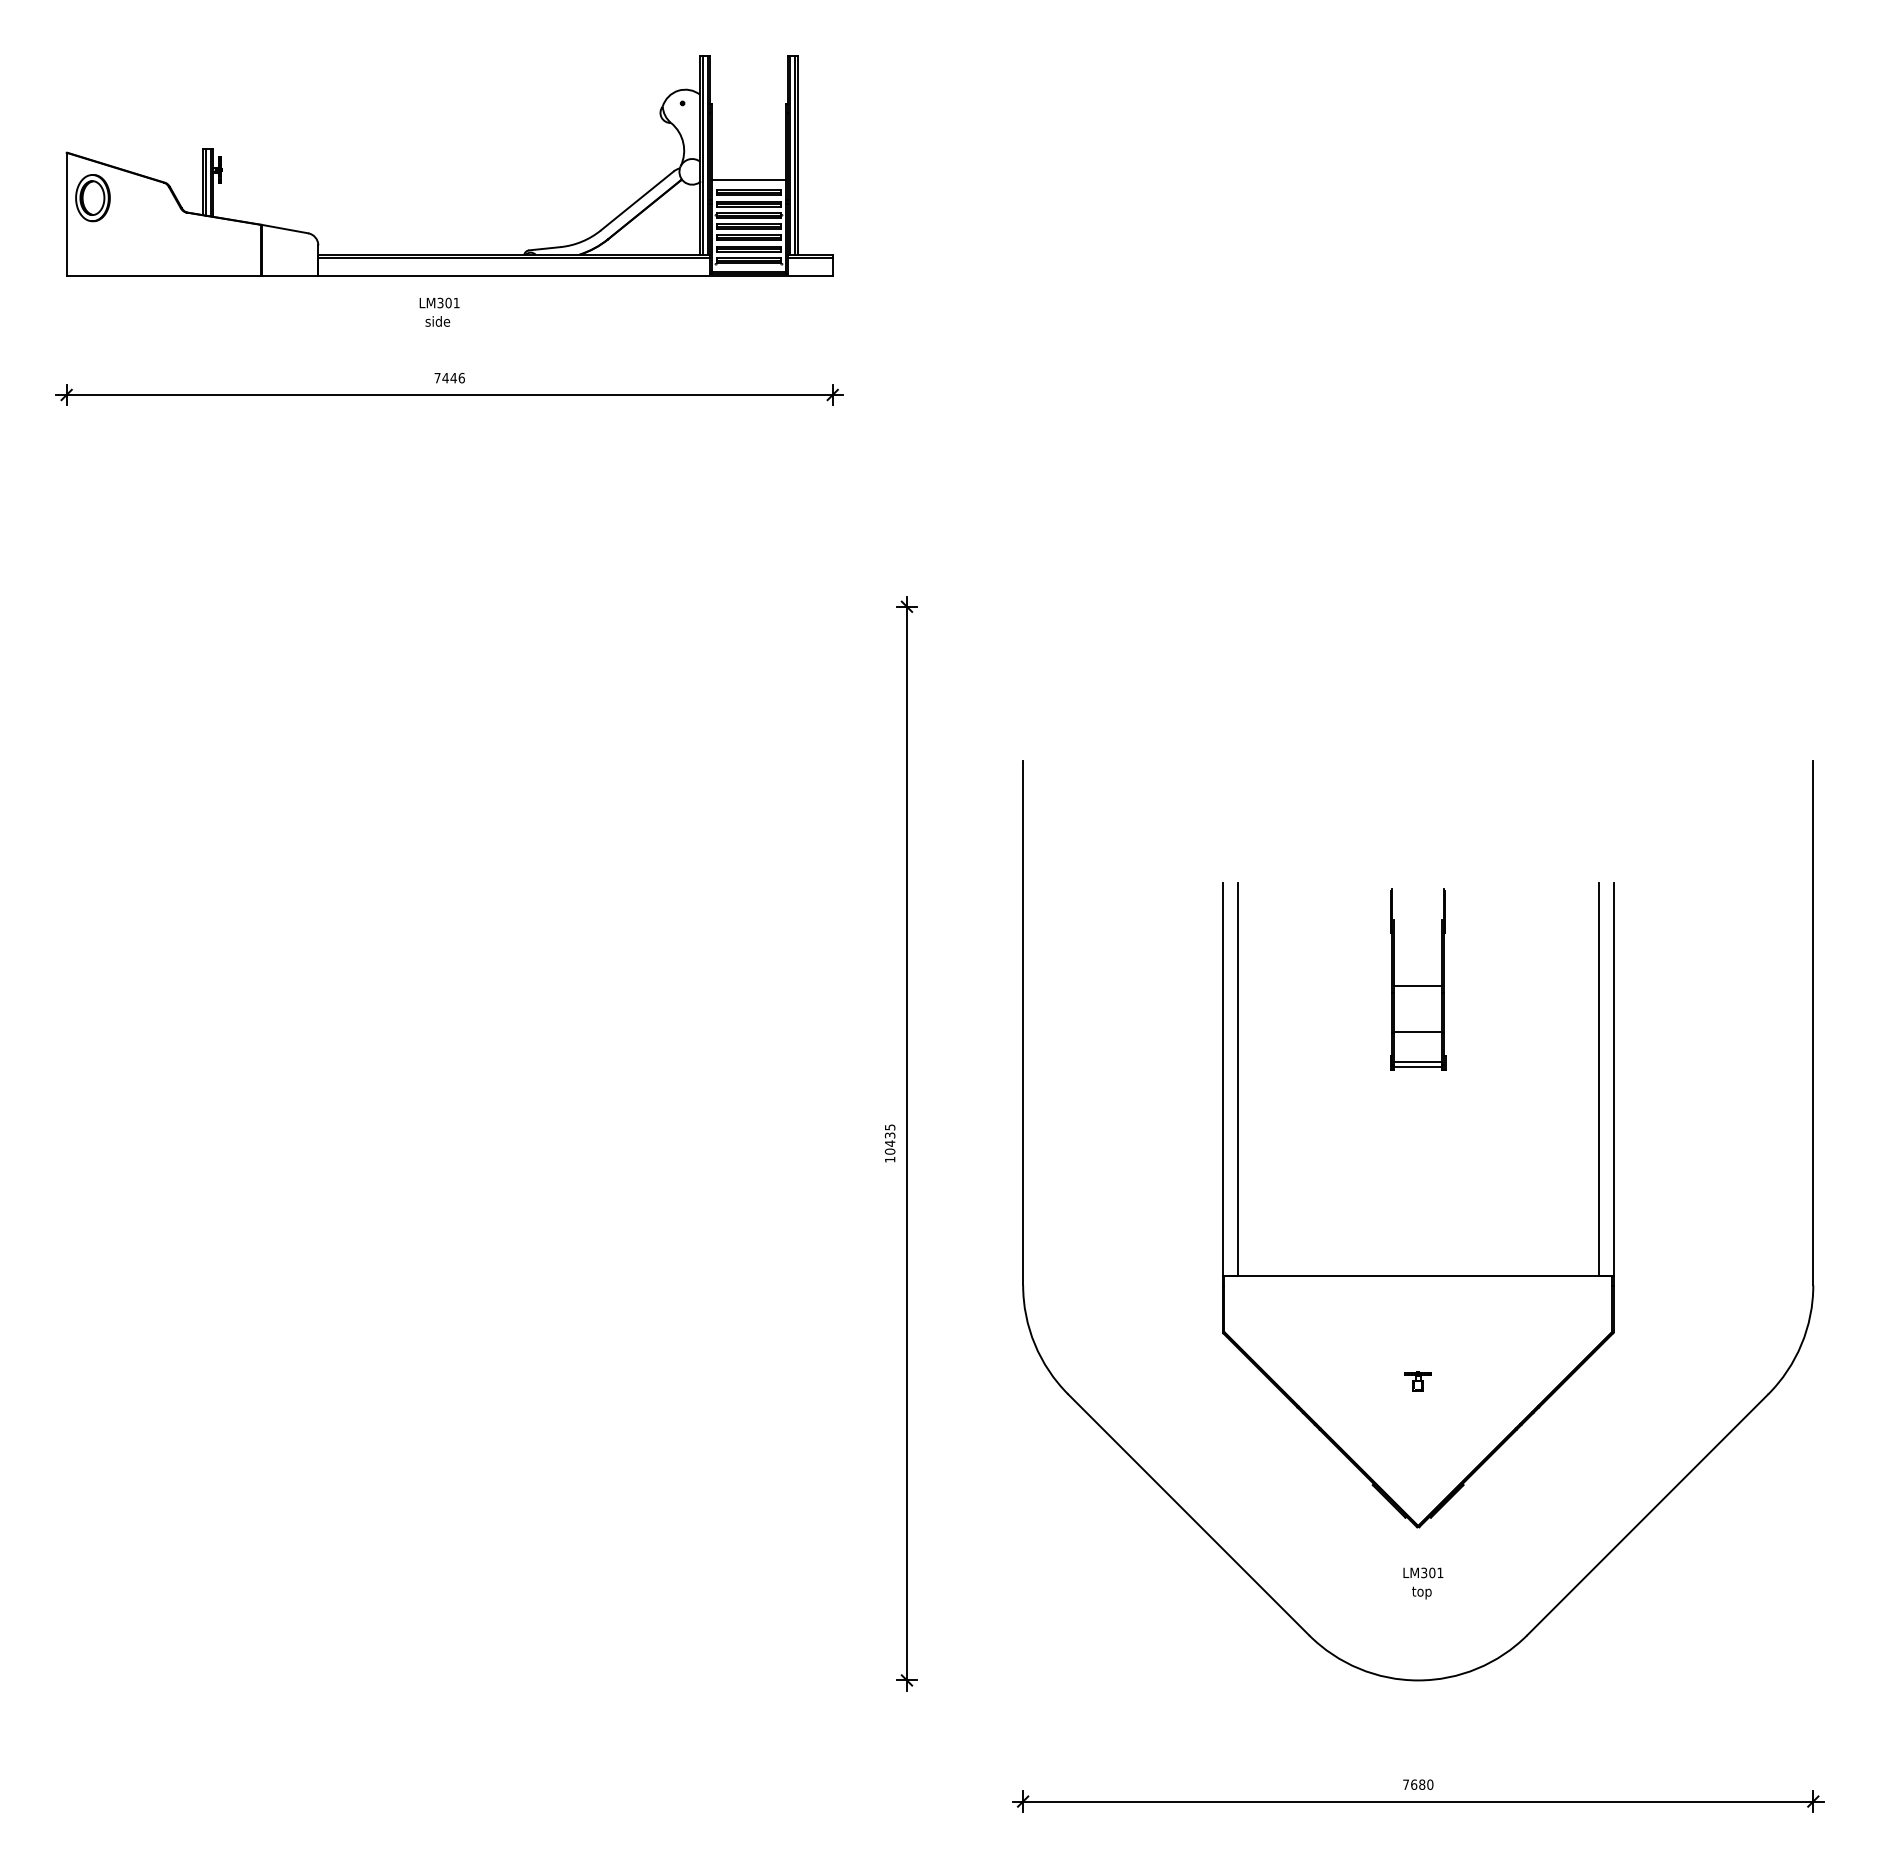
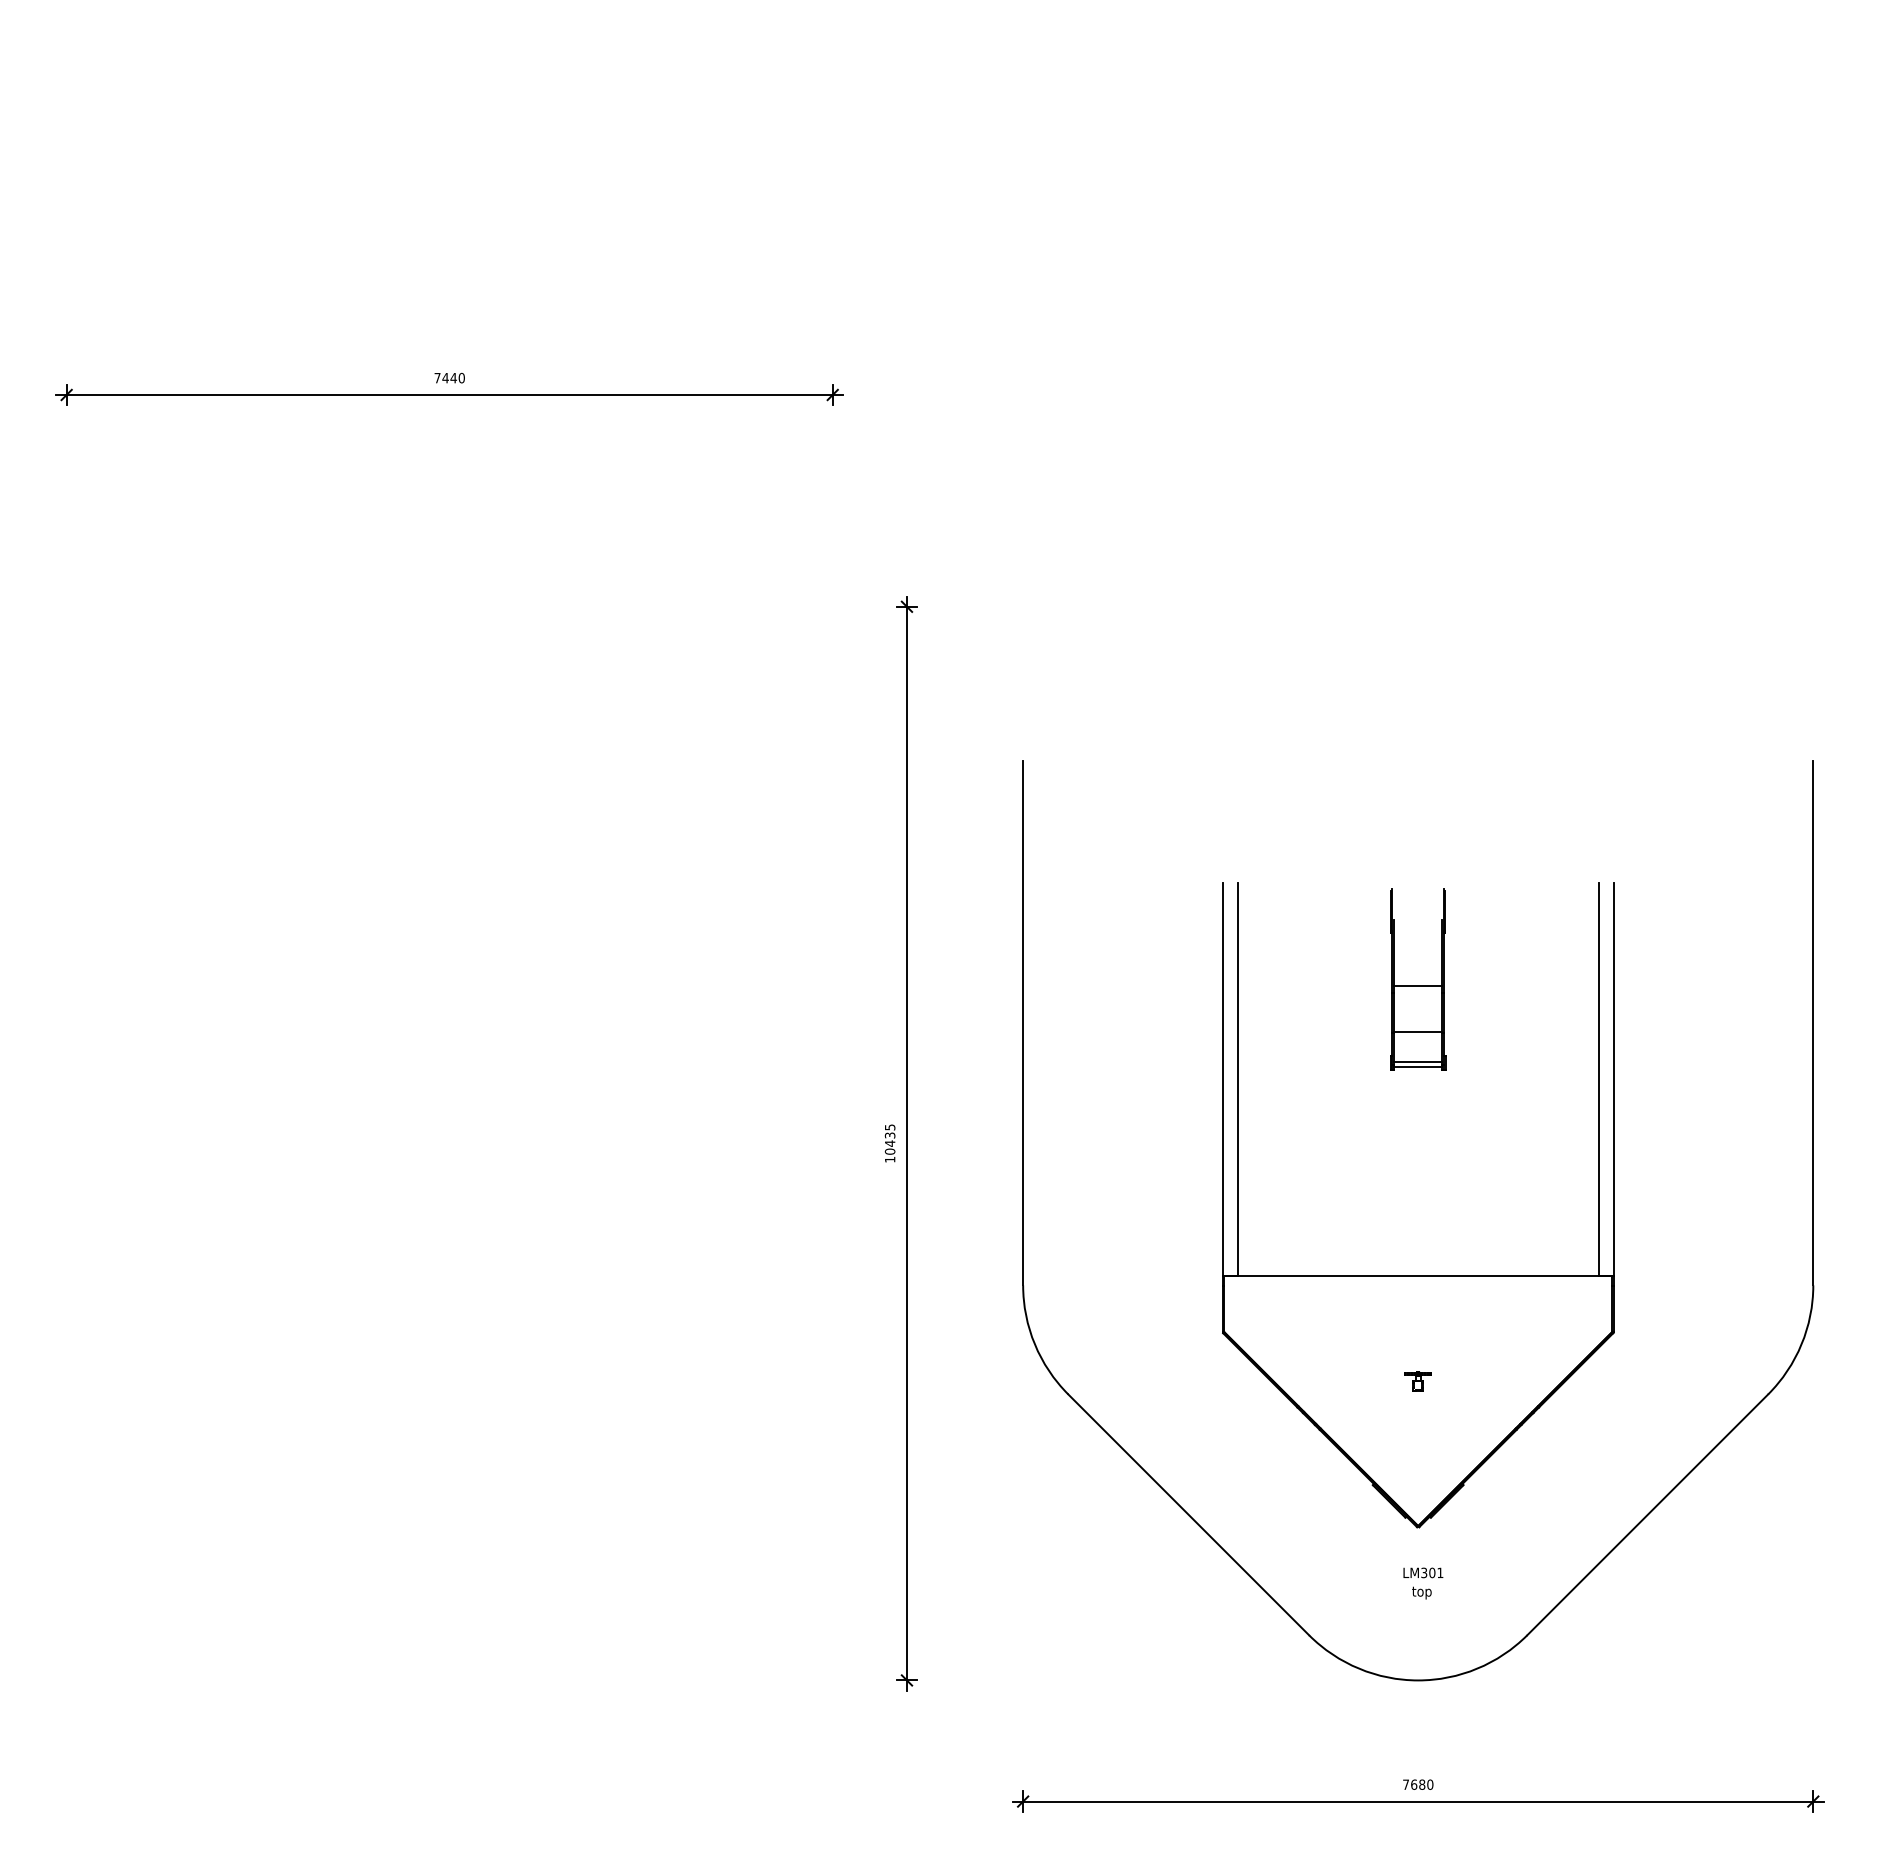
part at (449, 254): present -> none
text at (461, 377): 7446 -> 7440
